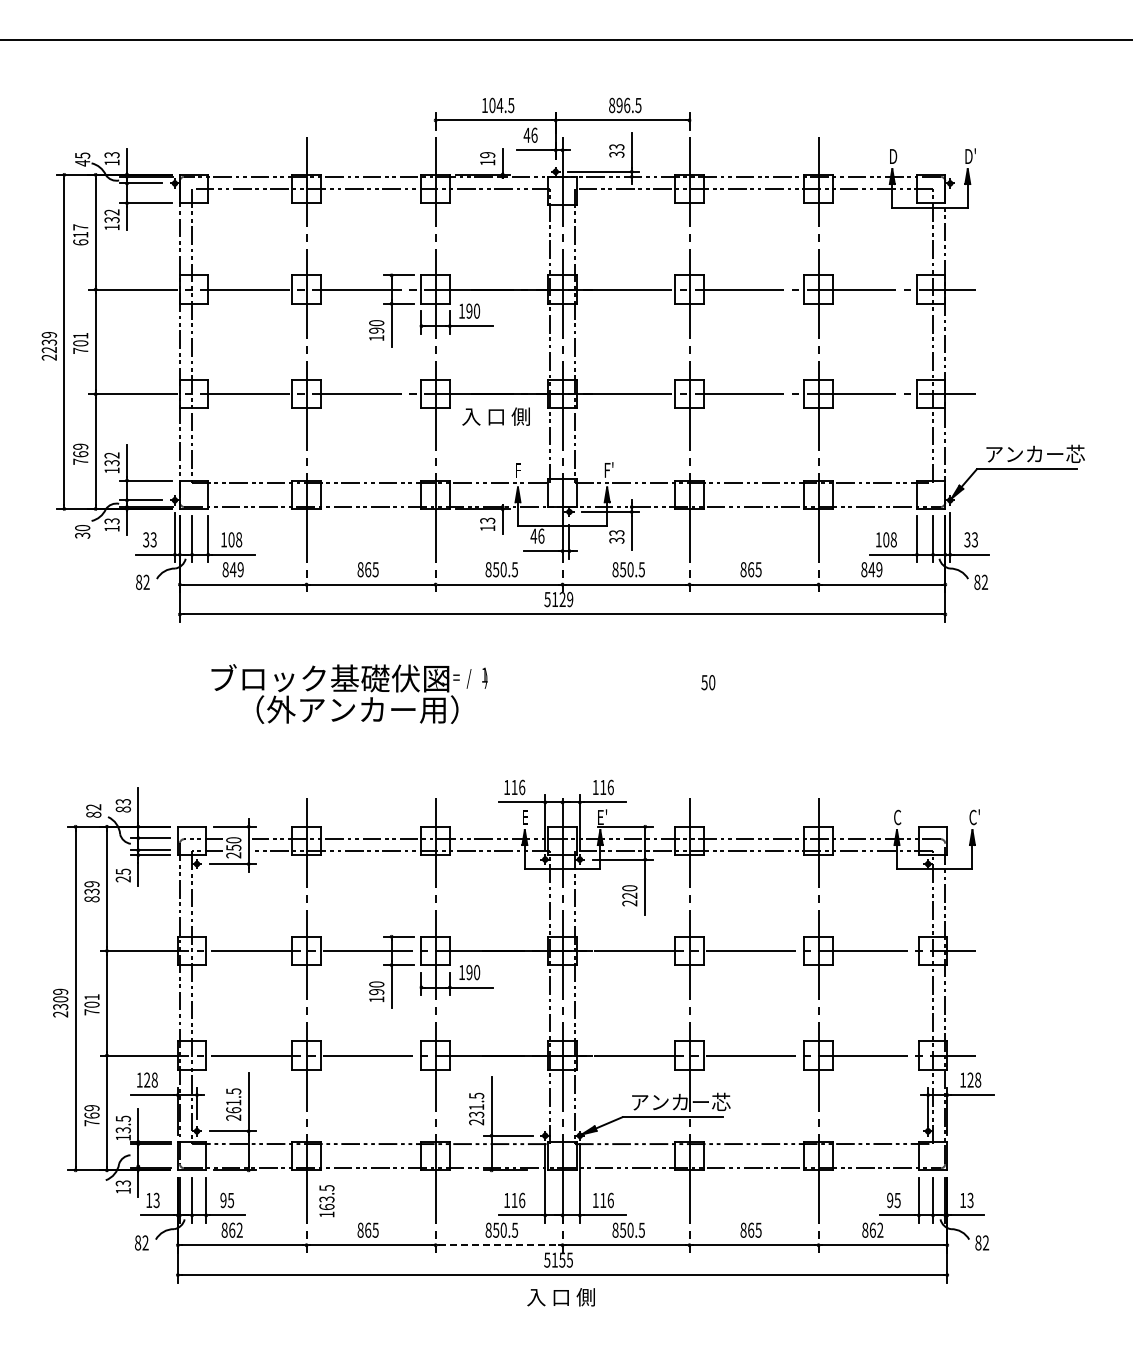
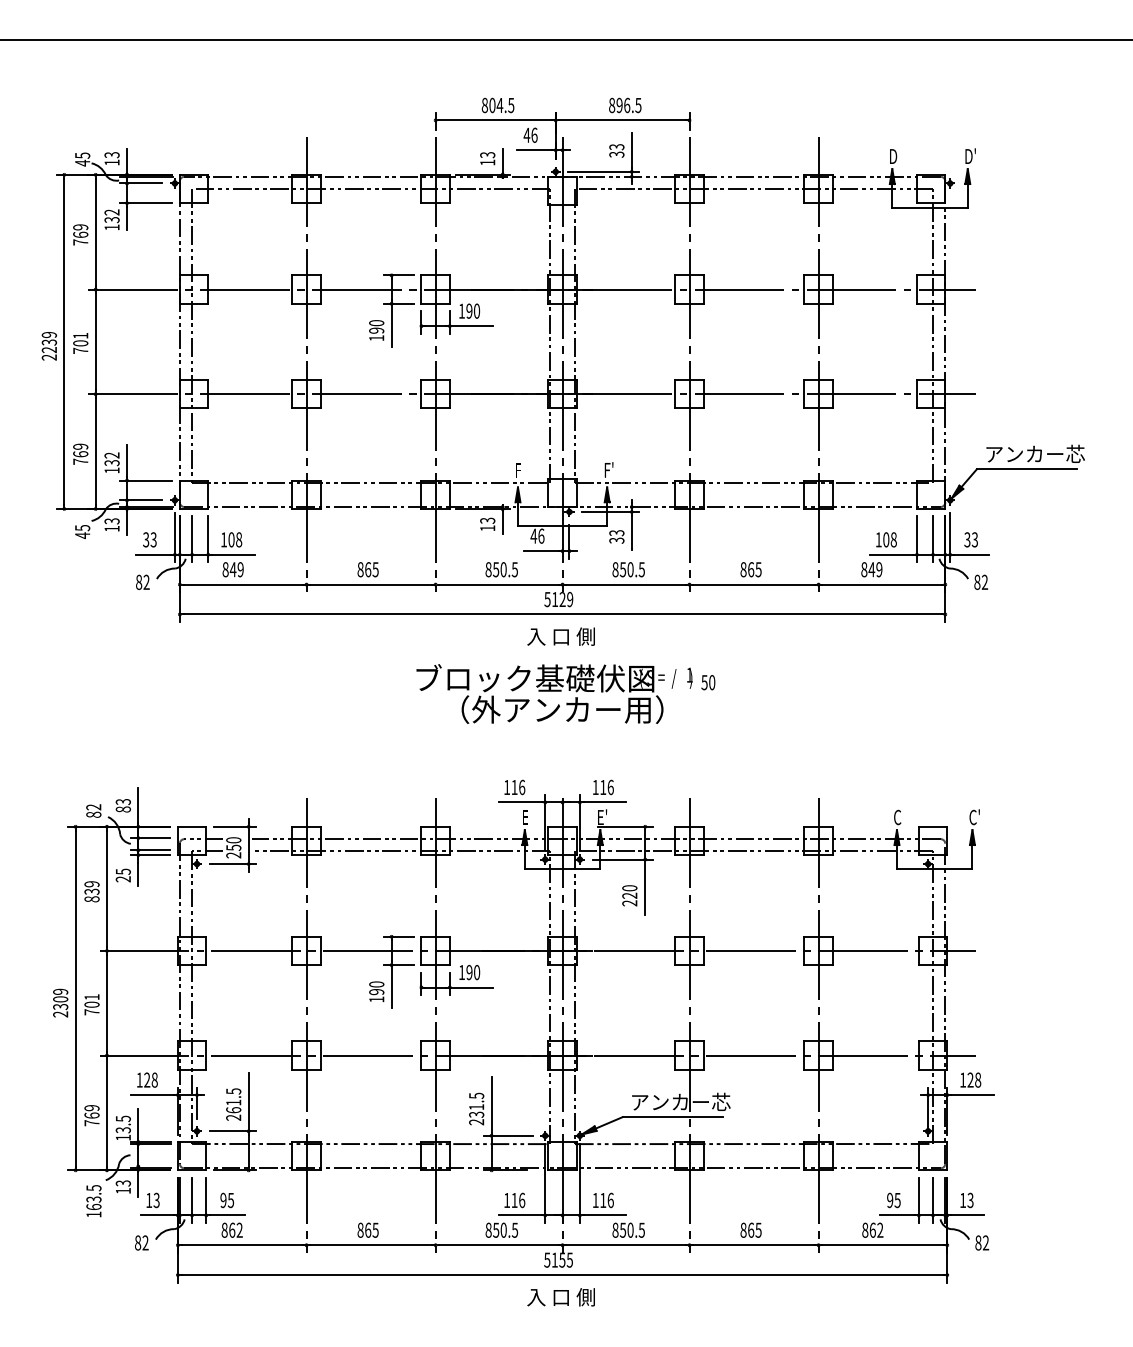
text at (484, 105): 104.5 -> 804.5
text at (487, 155): 19 -> 13
text at (80, 234): 617 -> 769
text at (495, 416) position: (495, 416) -> (560, 636)
text at (82, 532): 30 -> 45
text at (349, 693) position: (349, 693) -> (554, 693)
text at (326, 1201) position: (326, 1201) -> (93, 1201)
line at (499, 1245): dashed -> solid
